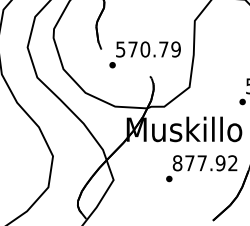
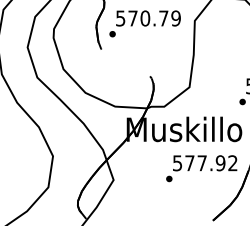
text at (144, 54) position: (144, 54) -> (144, 23)
text at (177, 163): 877.92 -> 577.92
